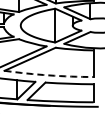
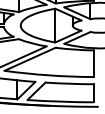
arc at (48, 75): dashed -> solid
